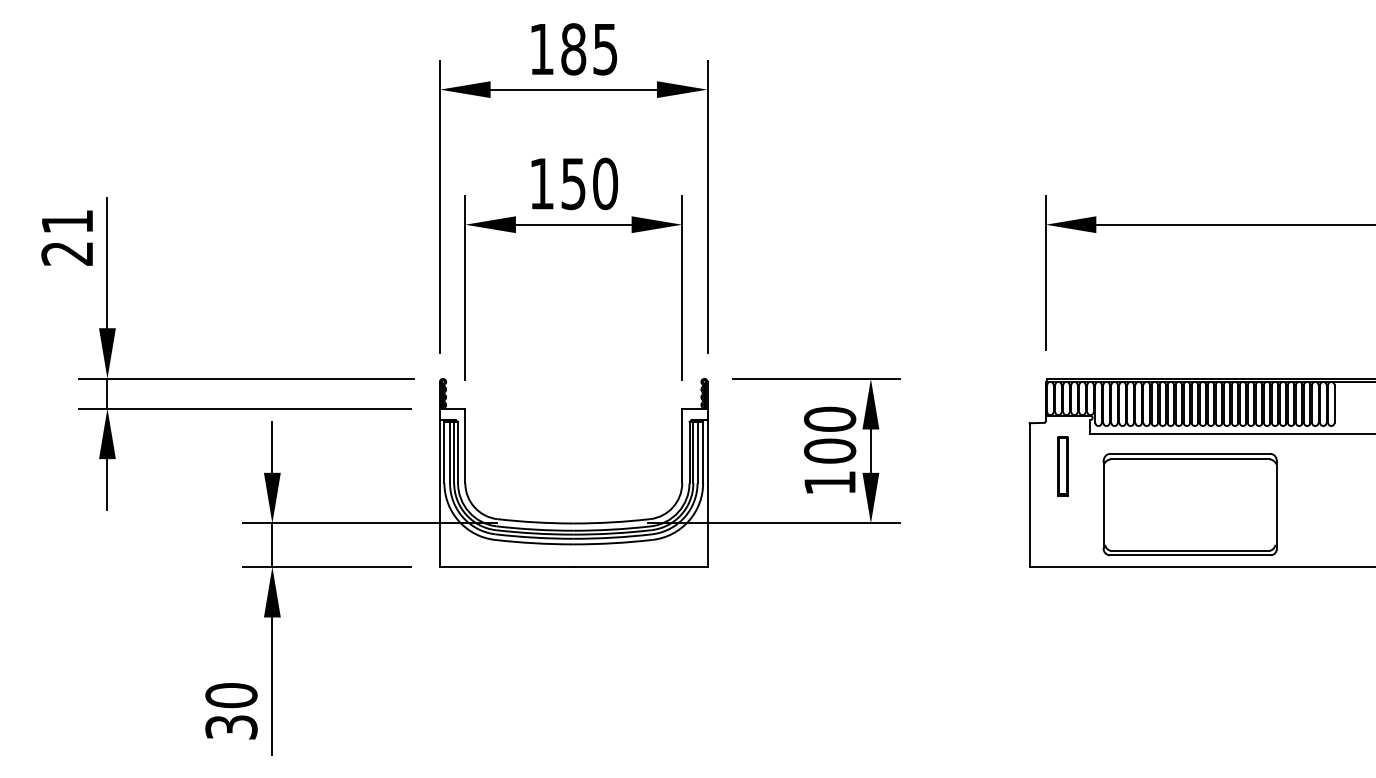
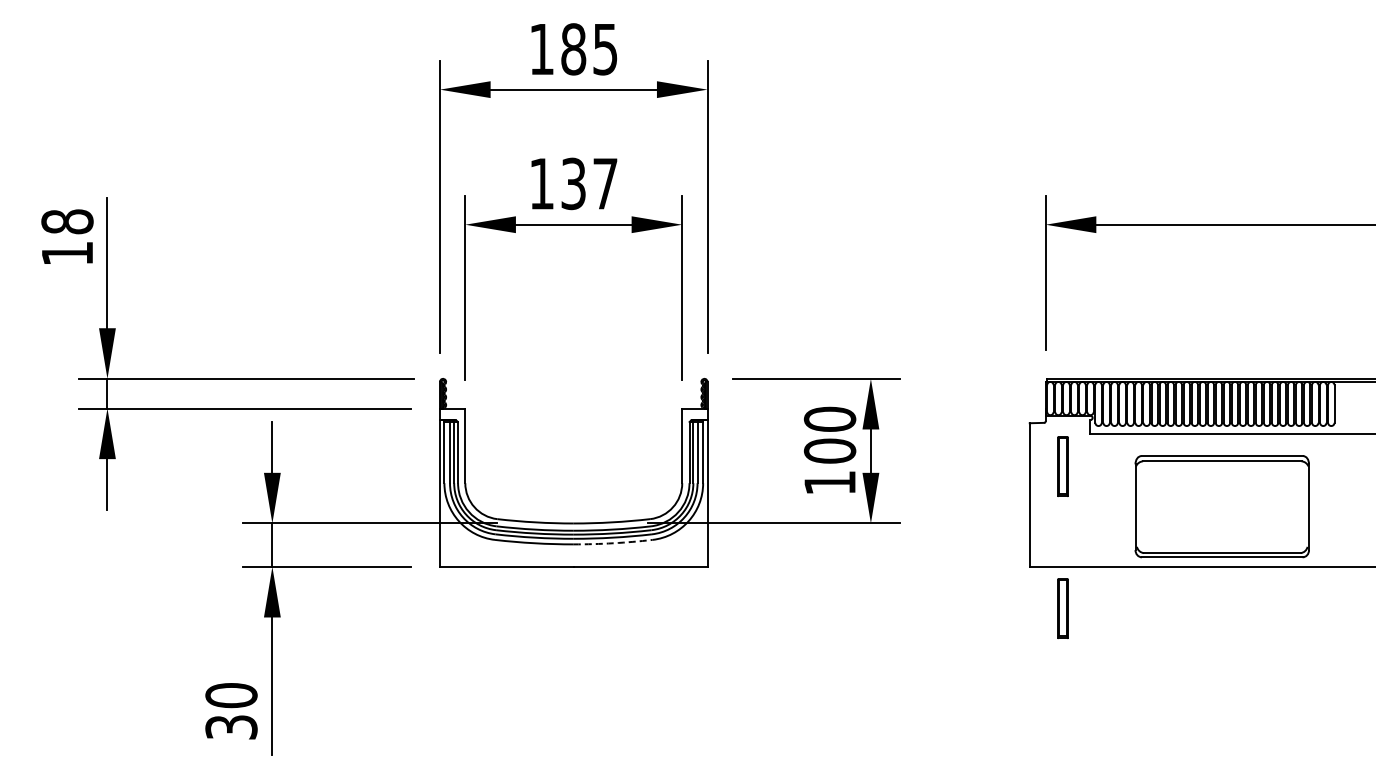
text at (590, 183): 150 -> 137
text at (67, 237): 21 -> 18
part at (1189, 504) position: (1189, 504) -> (1221, 506)
arc at (613, 543): solid -> dashed
part at (1062, 608): none -> present
